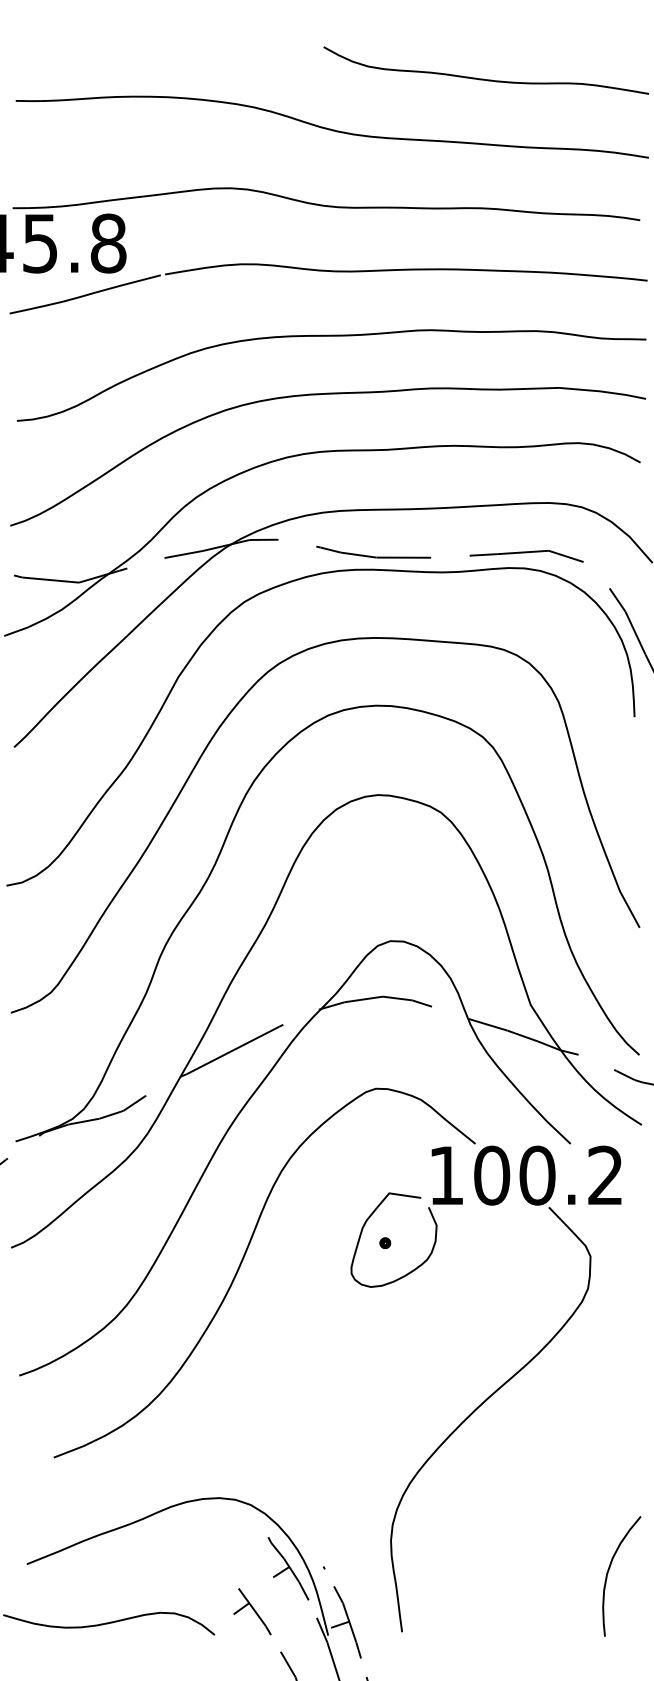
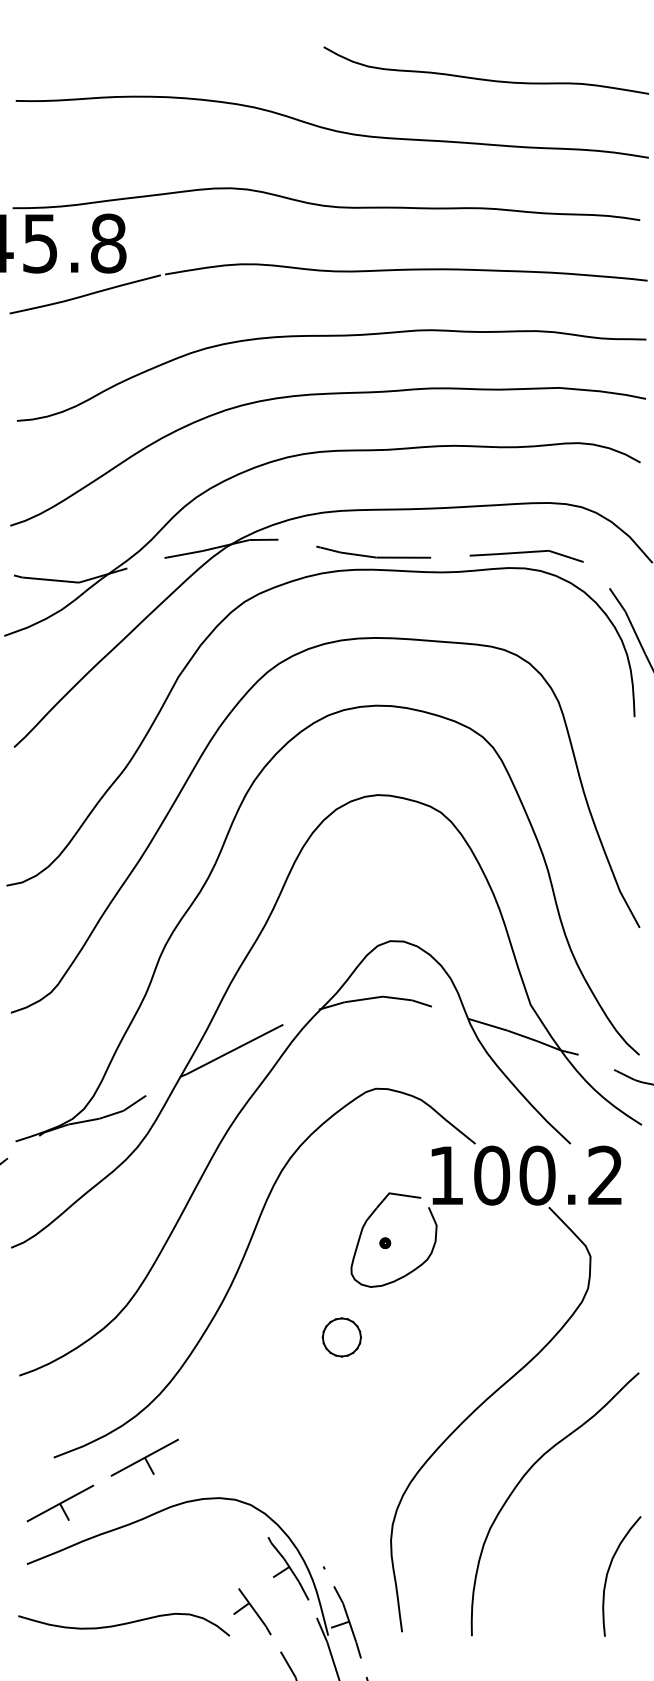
part at (341, 1337): none -> present
part at (110, 1475): none -> present
curve at (521, 1481): none -> present
curve at (109, 1623) position: (109, 1623) -> (124, 1624)
